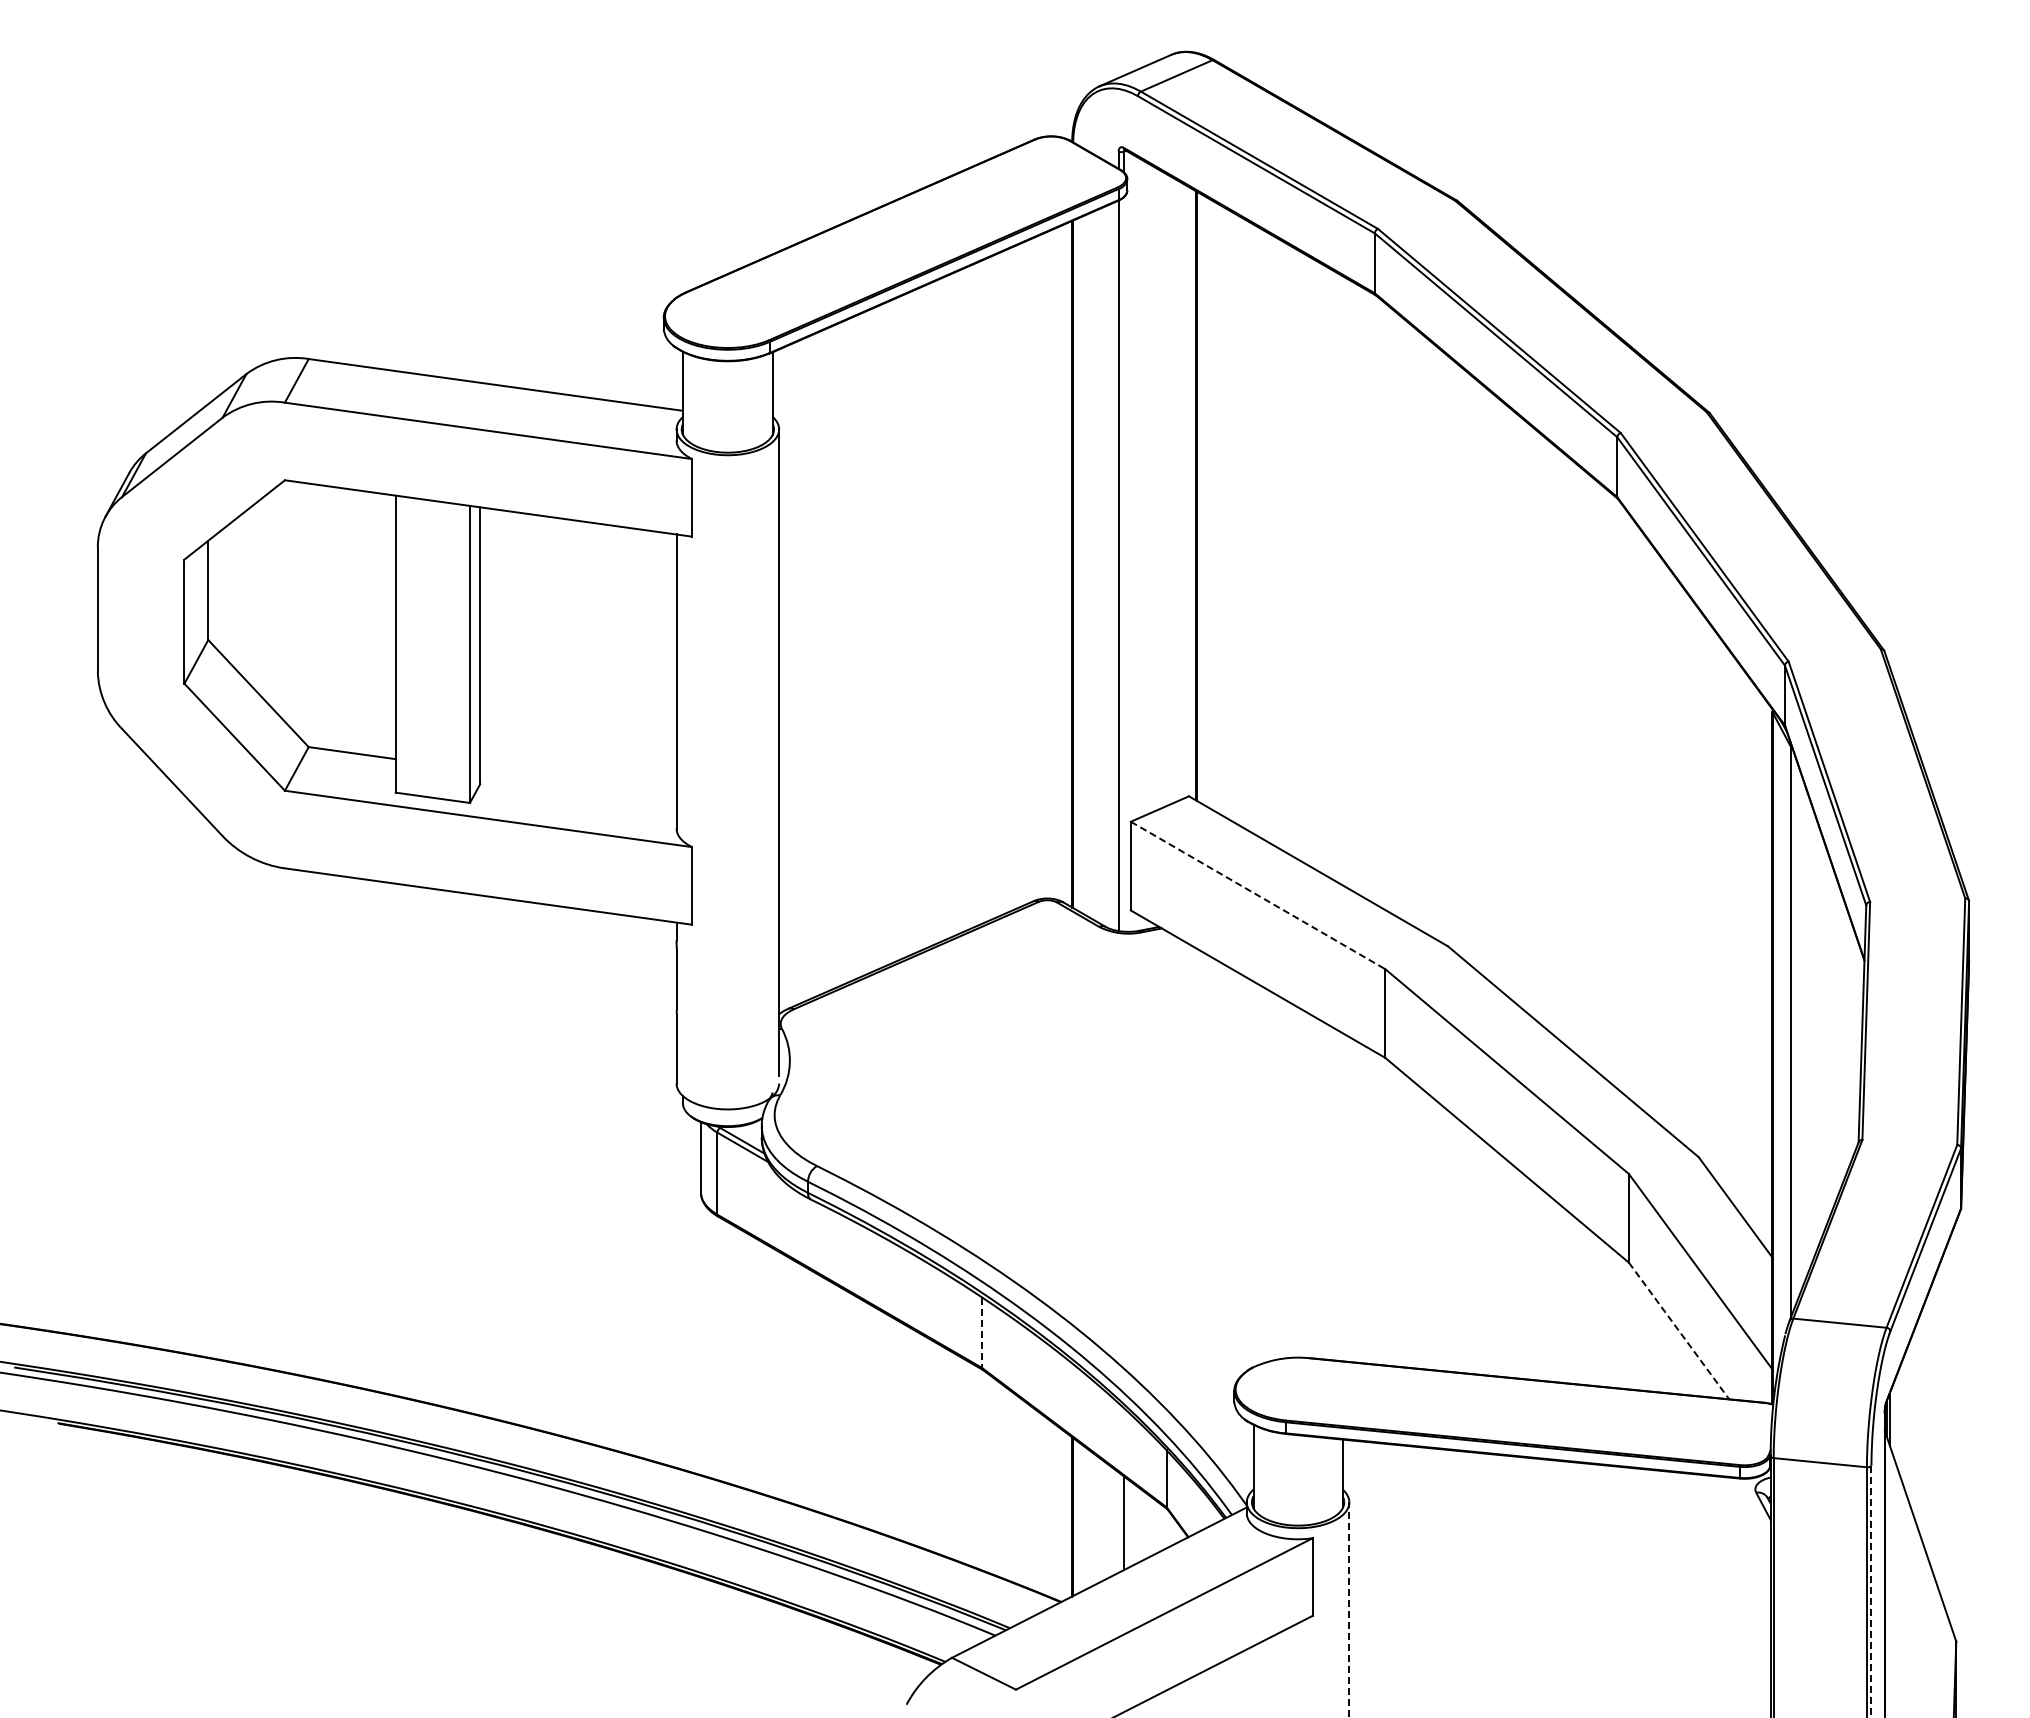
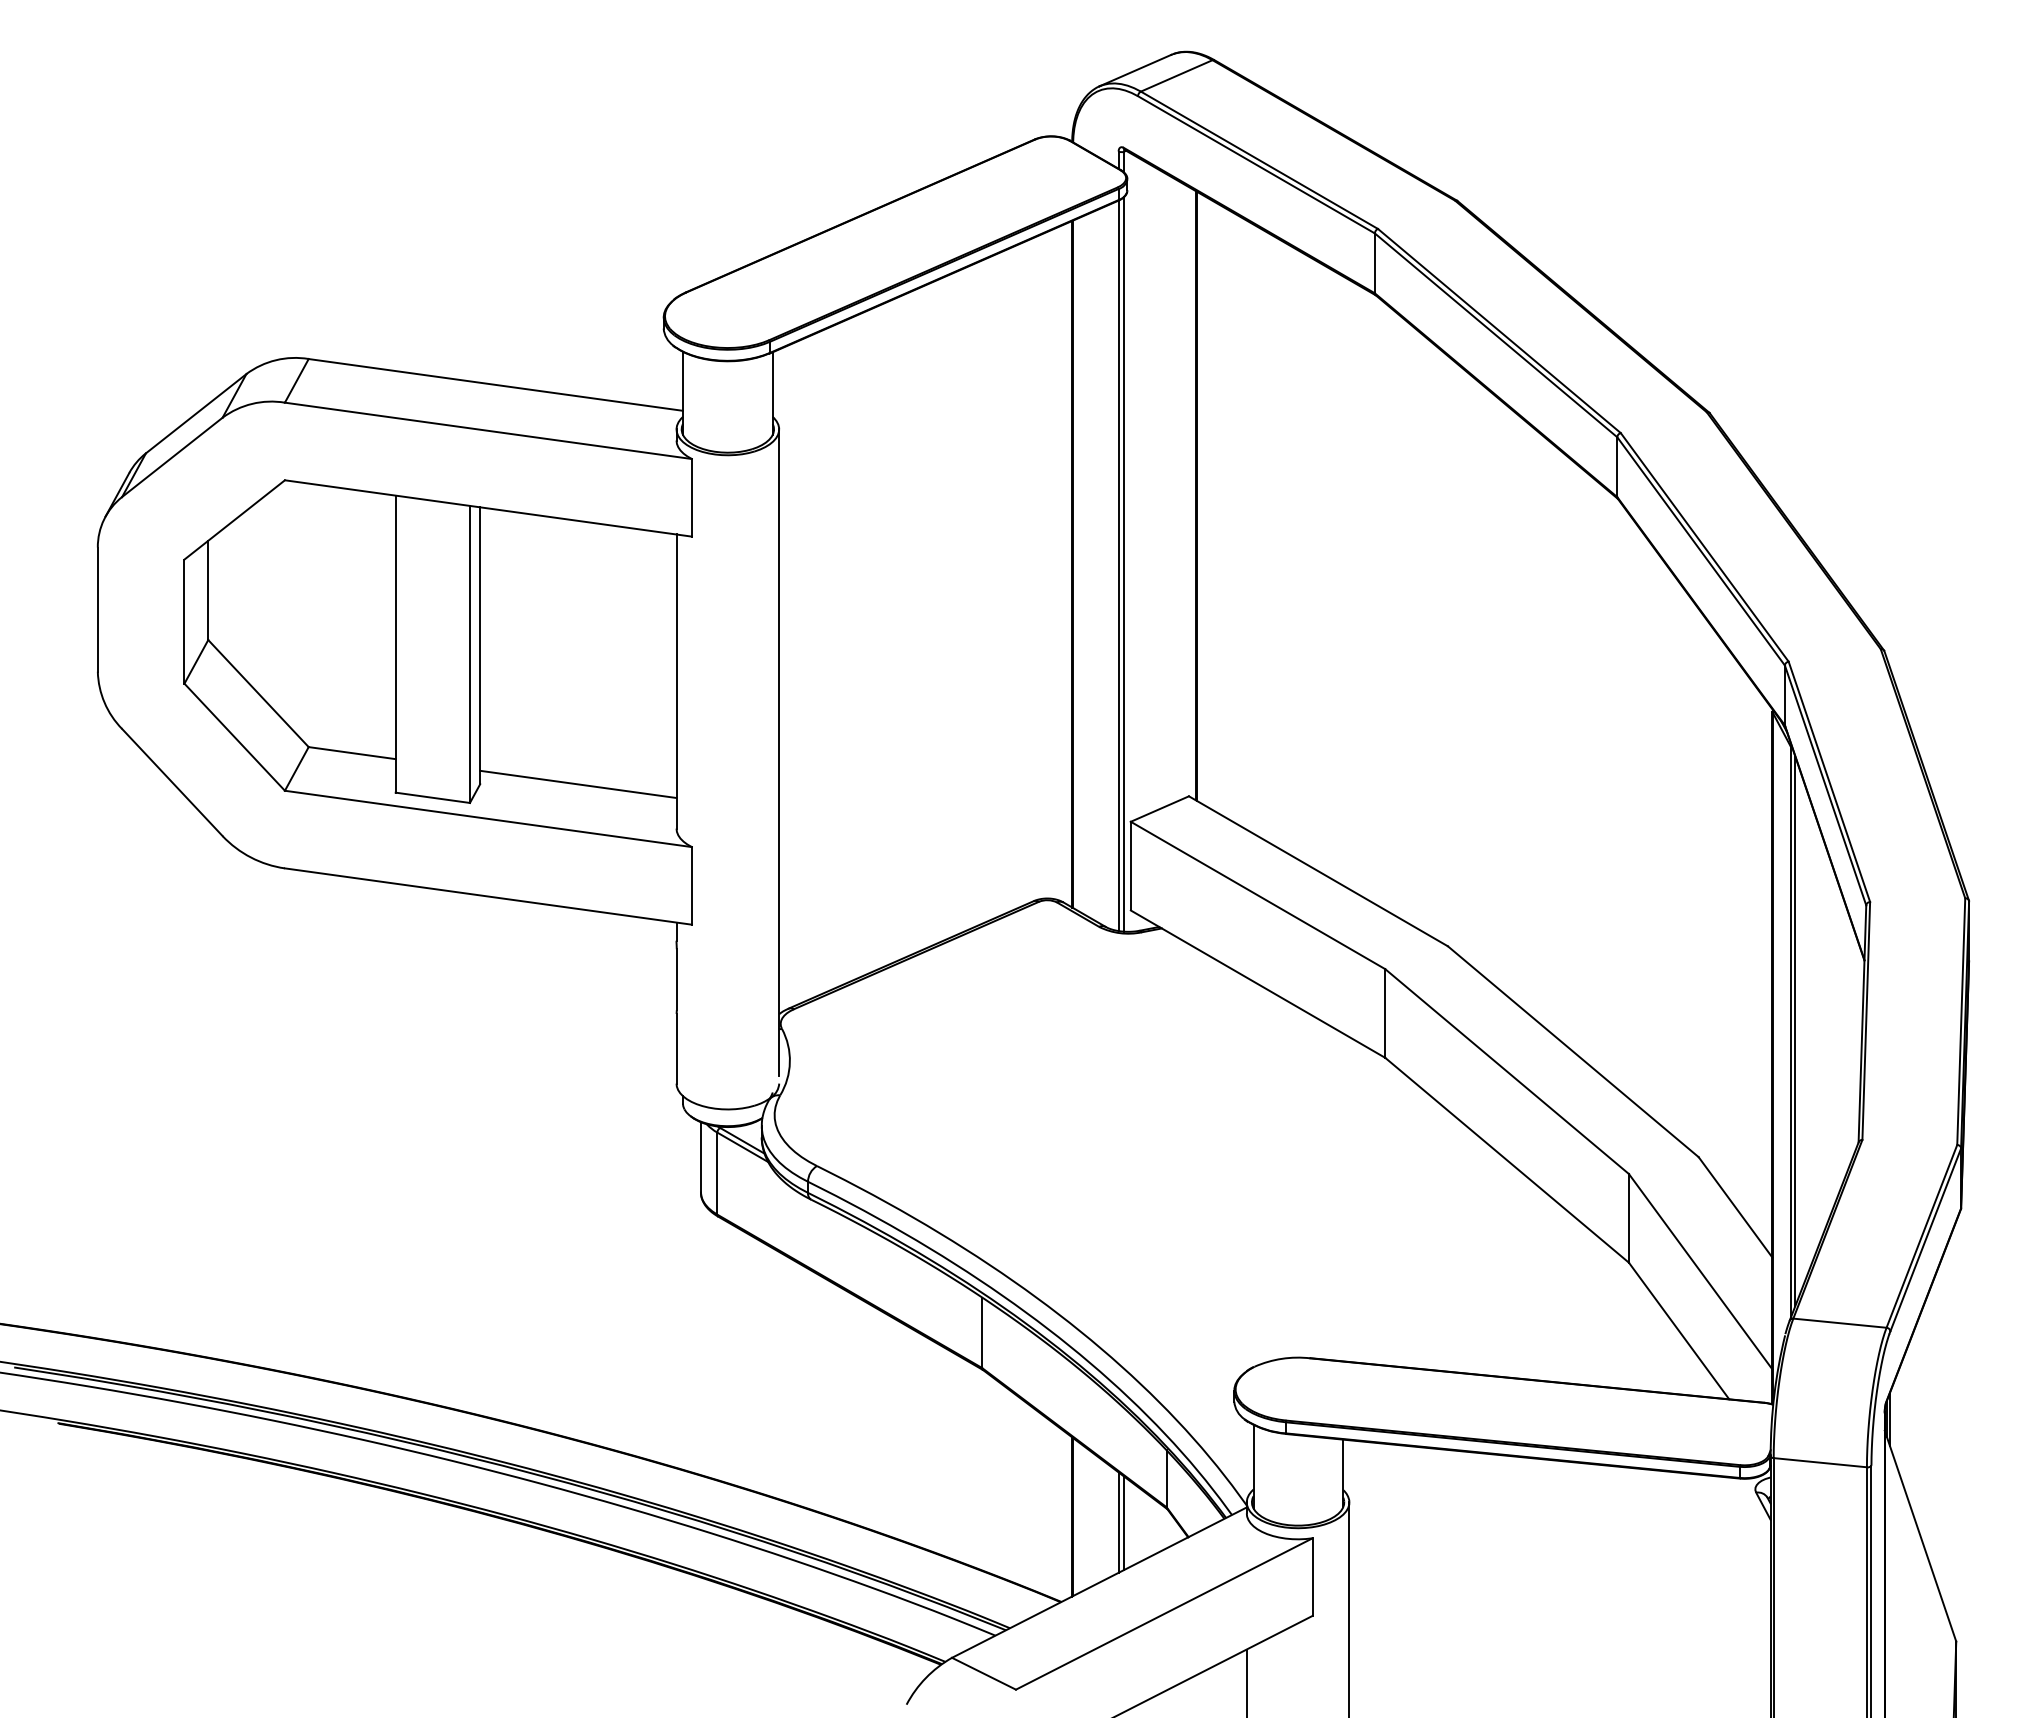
line at (1124, 564): none -> present
line at (578, 784): none -> present
line at (1258, 895): dashed -> solid
line at (1795, 1031): none -> present
line at (1679, 1331): dashed -> solid
line at (982, 1333): dashed -> solid
line at (1118, 1522): none -> present
line at (1871, 1591): dashed -> solid
line at (1349, 1609): dashed -> solid
line at (1246, 1681): none -> present
